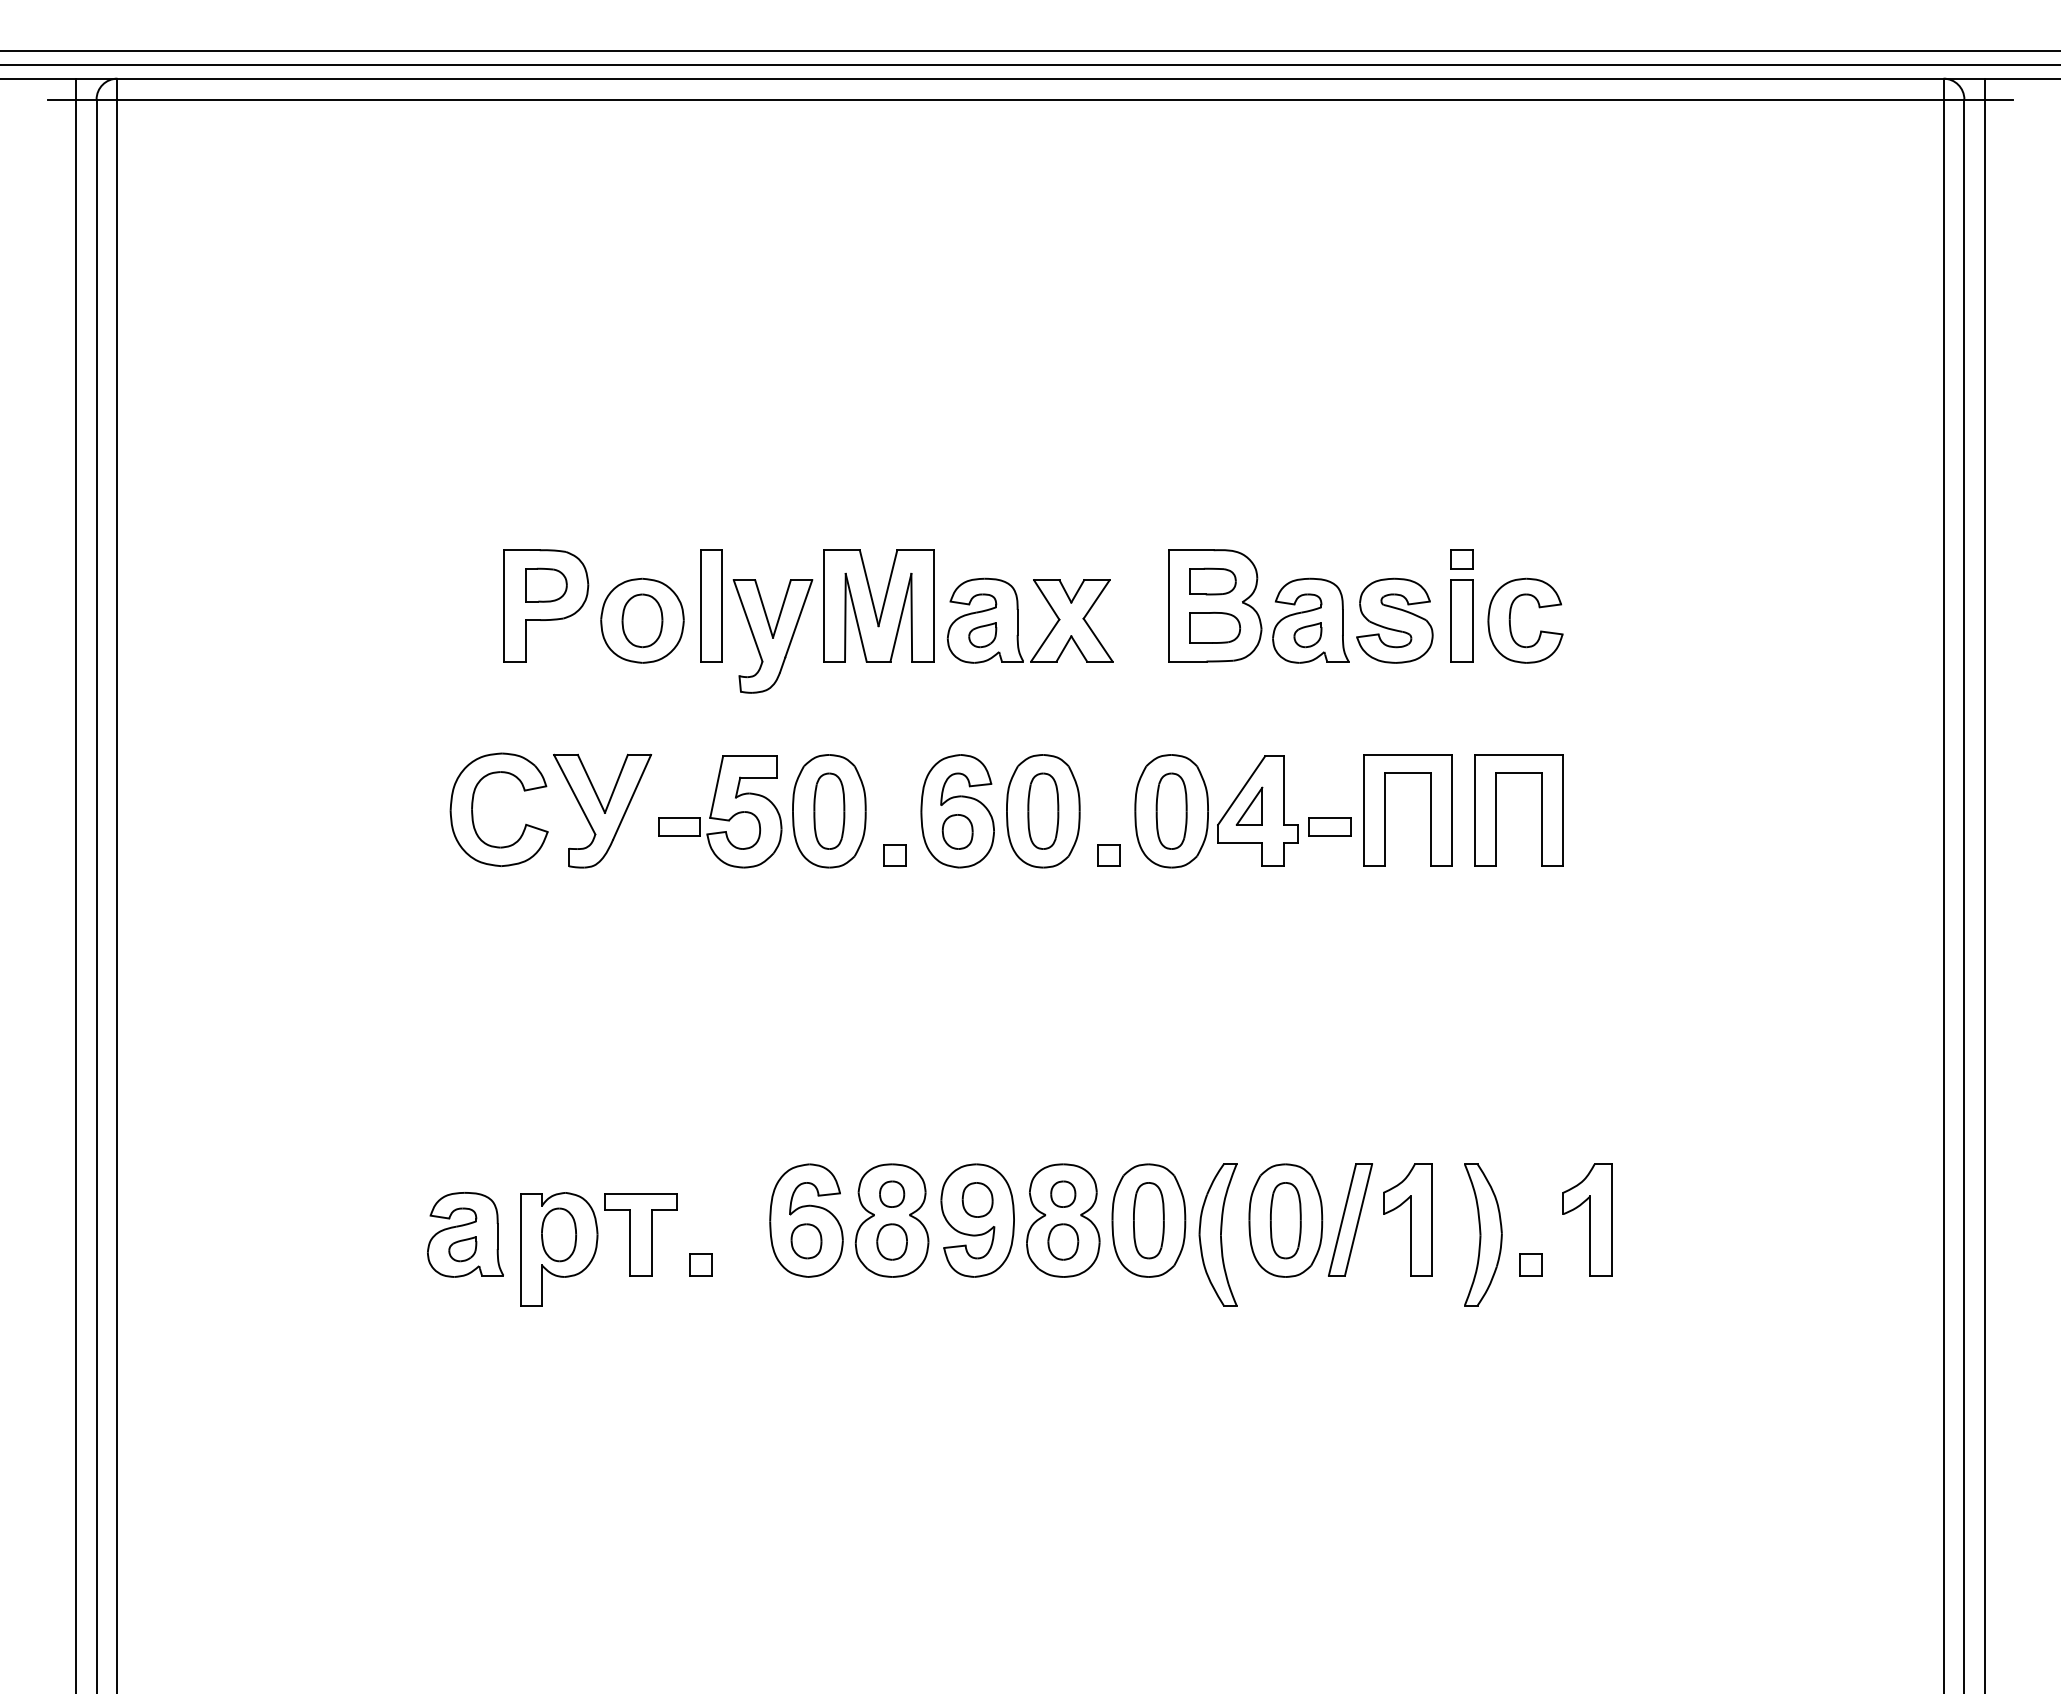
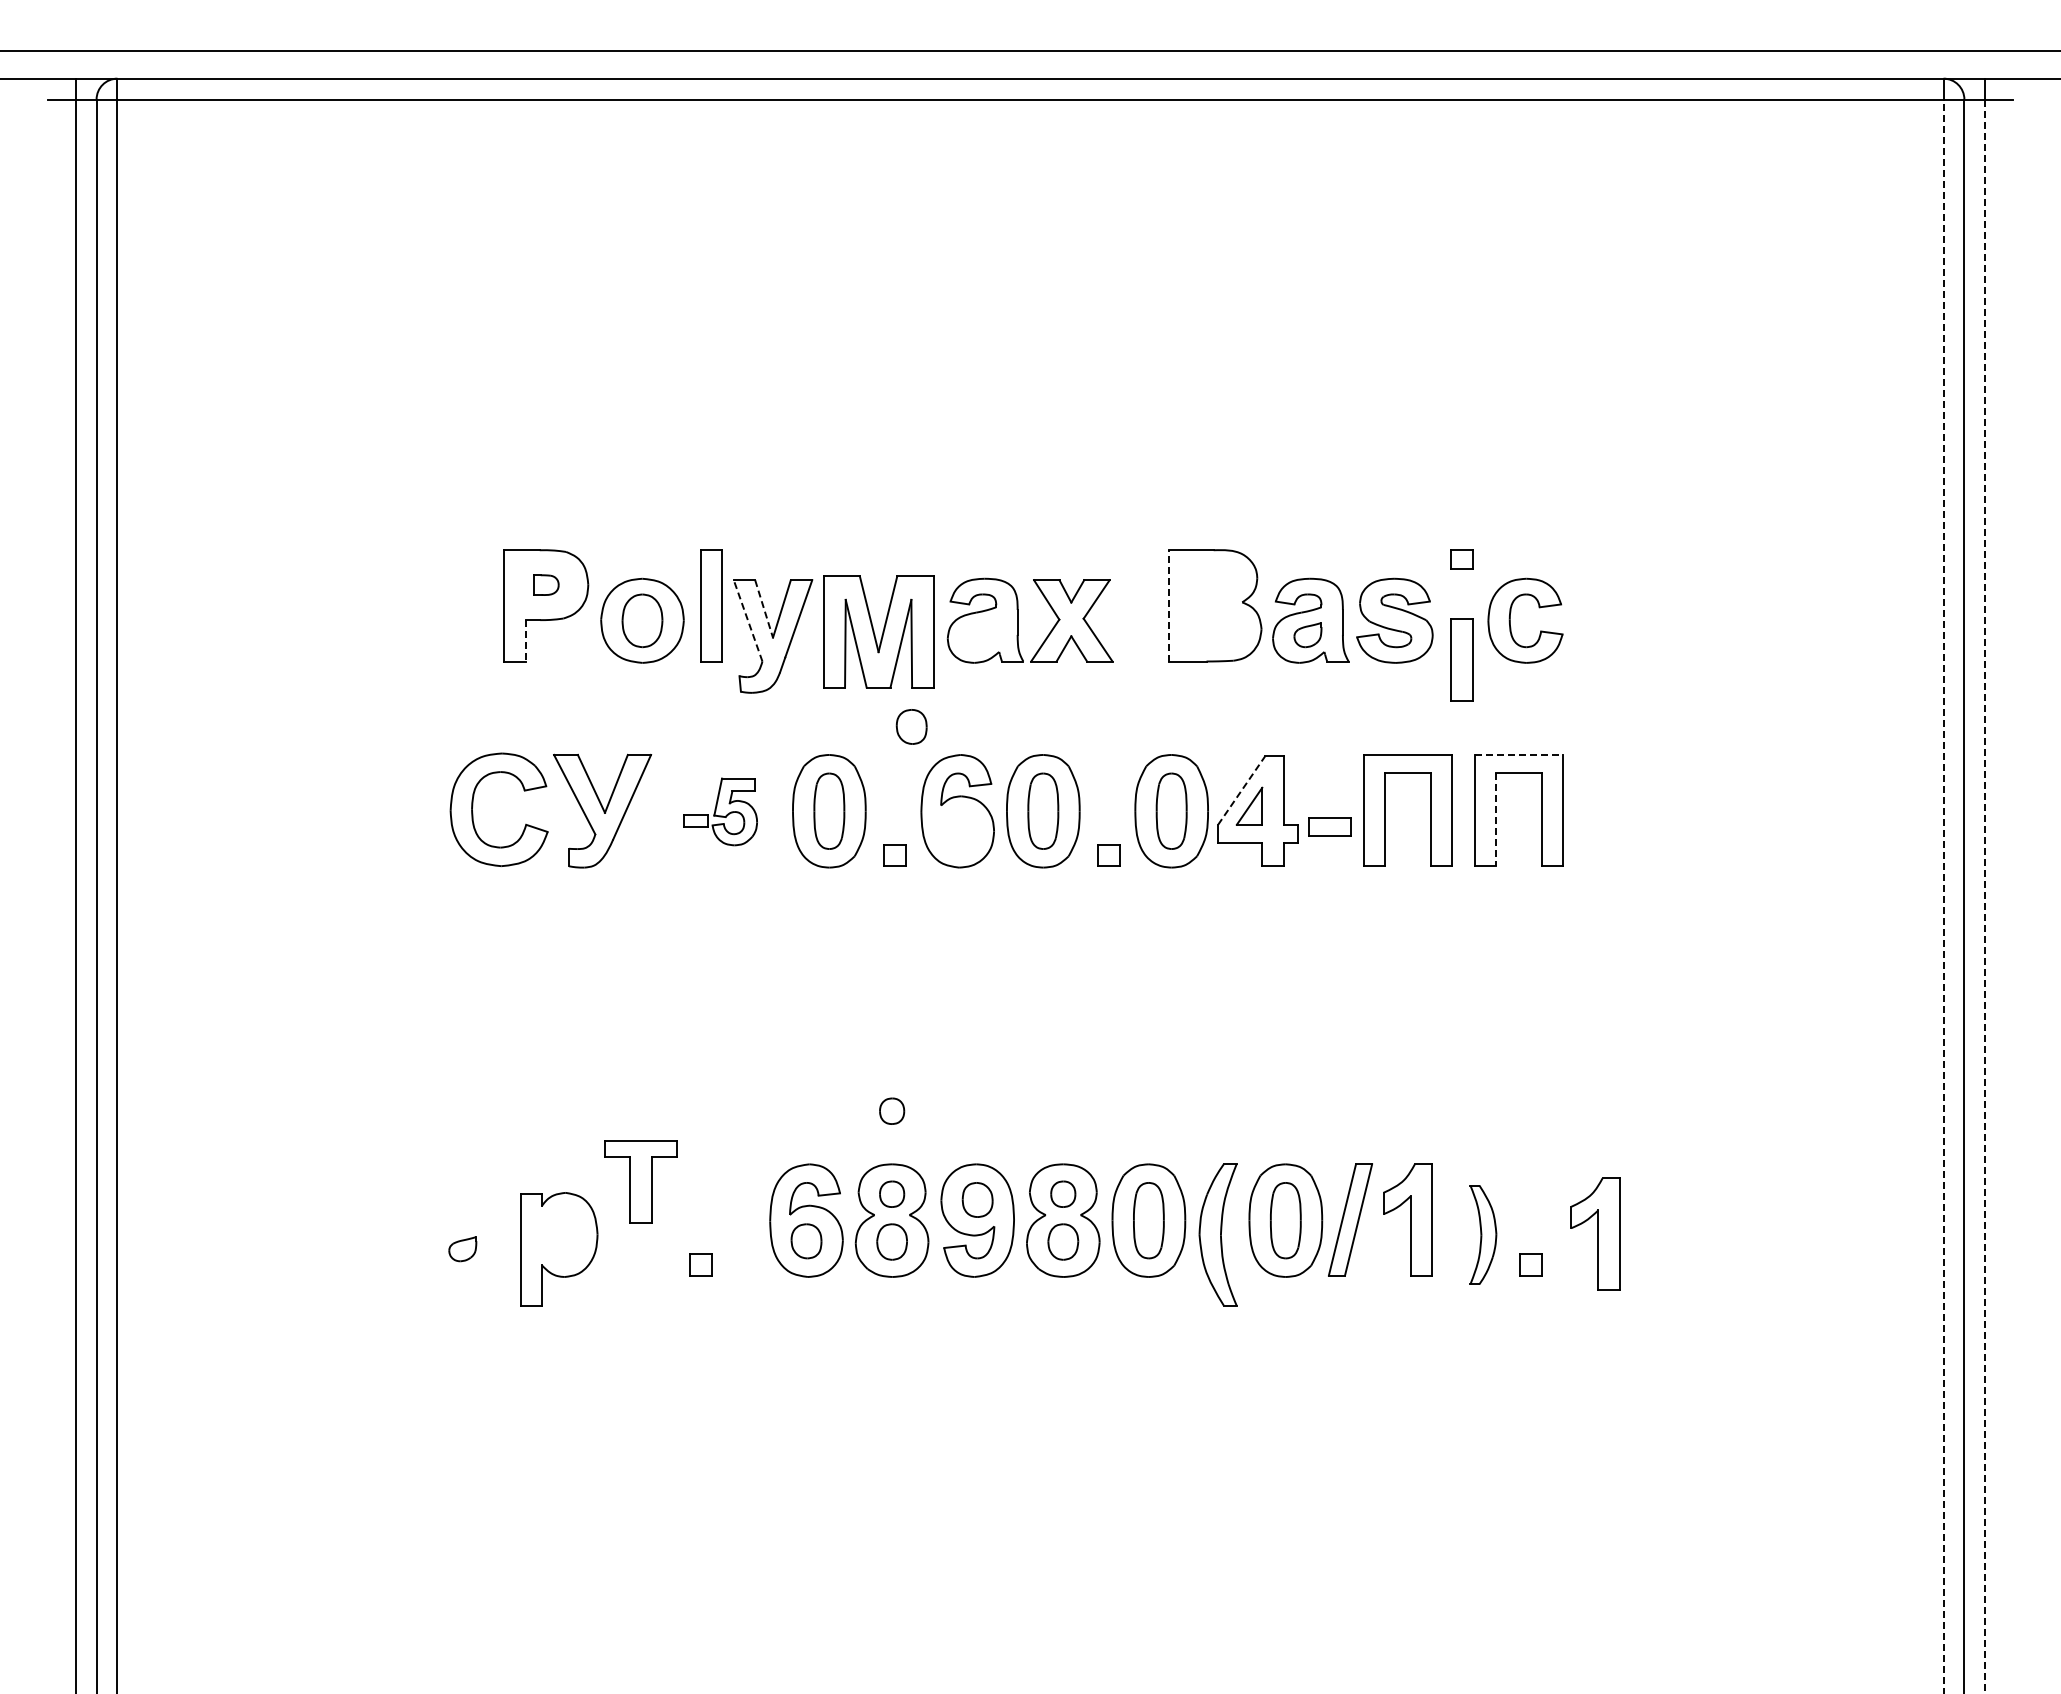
line at (1029, 64): present -> none
part at (1212, 581): present -> none
part at (546, 584) size: 43x36 px -> 27x22 px
part at (878, 605) position: (878, 605) -> (878, 631)
line at (1168, 605): solid -> dashed
line at (764, 609): solid -> dashed
line at (747, 620): solid -> dashed
part at (1461, 620) position: (1461, 620) -> (1461, 659)
part at (1215, 627): present -> none
part at (982, 635): present -> none
line at (525, 640): solid -> dashed
line at (1519, 754): solid -> dashed
line at (1241, 790): solid -> dashed
part at (720, 811) size: 125x114 px -> 75x70 px
line at (1496, 820): solid -> dashed
part at (957, 831) position: (957, 831) -> (911, 726)
line at (1943, 896): solid -> dashed
line at (1985, 896): solid -> dashed
part at (892, 1110): none -> present
part at (1587, 1219) position: (1587, 1219) -> (1595, 1233)
part at (465, 1234): present -> none
part at (559, 1234): present -> none
part at (640, 1234) position: (640, 1234) -> (640, 1181)
part at (1483, 1234) size: 39x144 px -> 29x100 px
